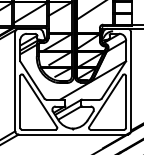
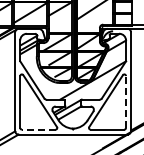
line at (126, 102): solid -> dashed
line at (38, 129): solid -> dashed
